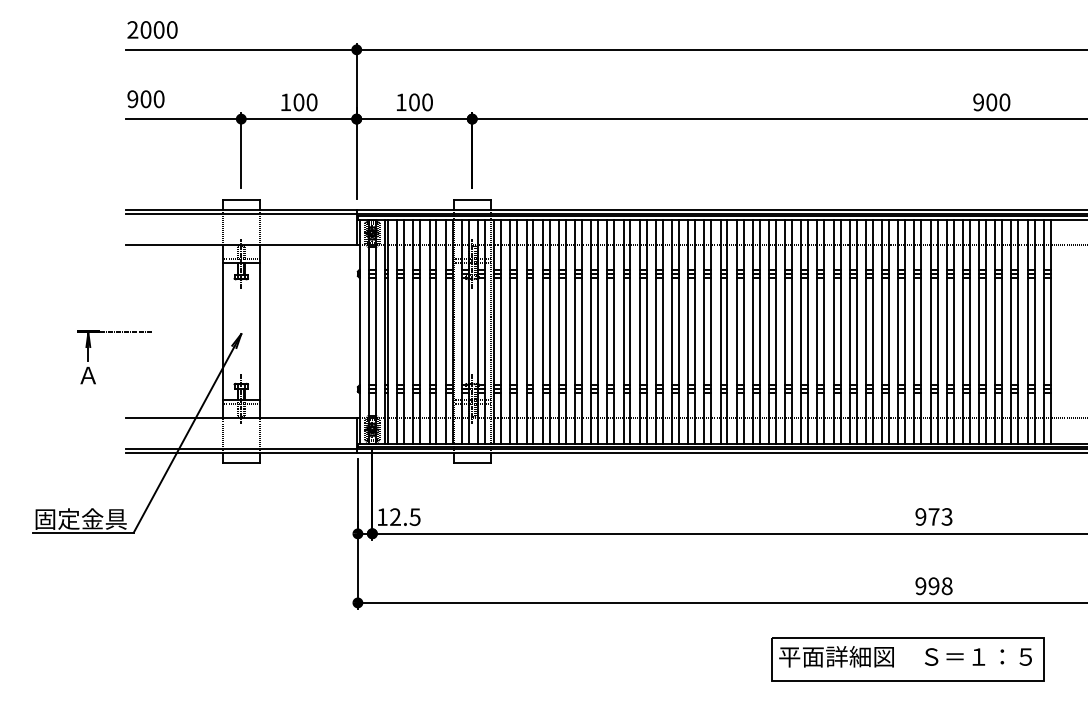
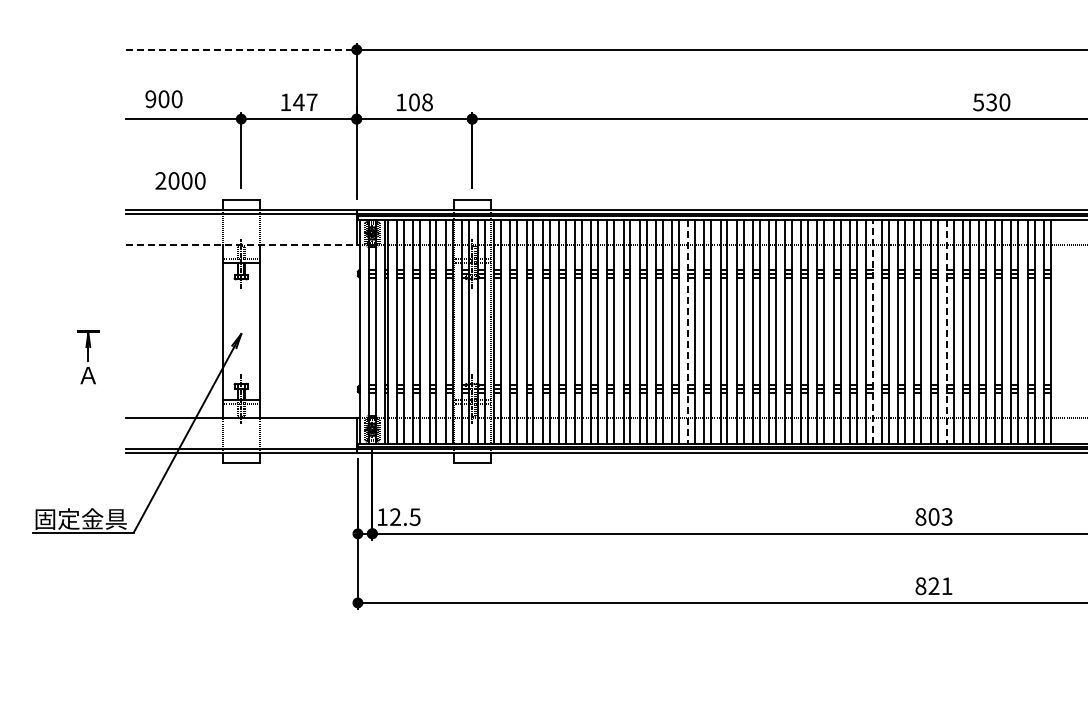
text at (152, 29) position: (152, 29) -> (180, 180)
line at (242, 49): solid -> dashed
text at (145, 99) position: (145, 99) -> (163, 99)
text at (305, 102): 100 -> 147
text at (427, 102): 100 -> 108
text at (985, 102): 900 -> 530
line at (243, 244): solid -> dashed
line at (125, 331): present -> none
line at (872, 331): solid -> dashed
line at (688, 332): solid -> dashed
line at (946, 332): solid -> dashed
text at (927, 516): 973 -> 803
text at (933, 586): 998 -> 821
part at (907, 659): present -> none
